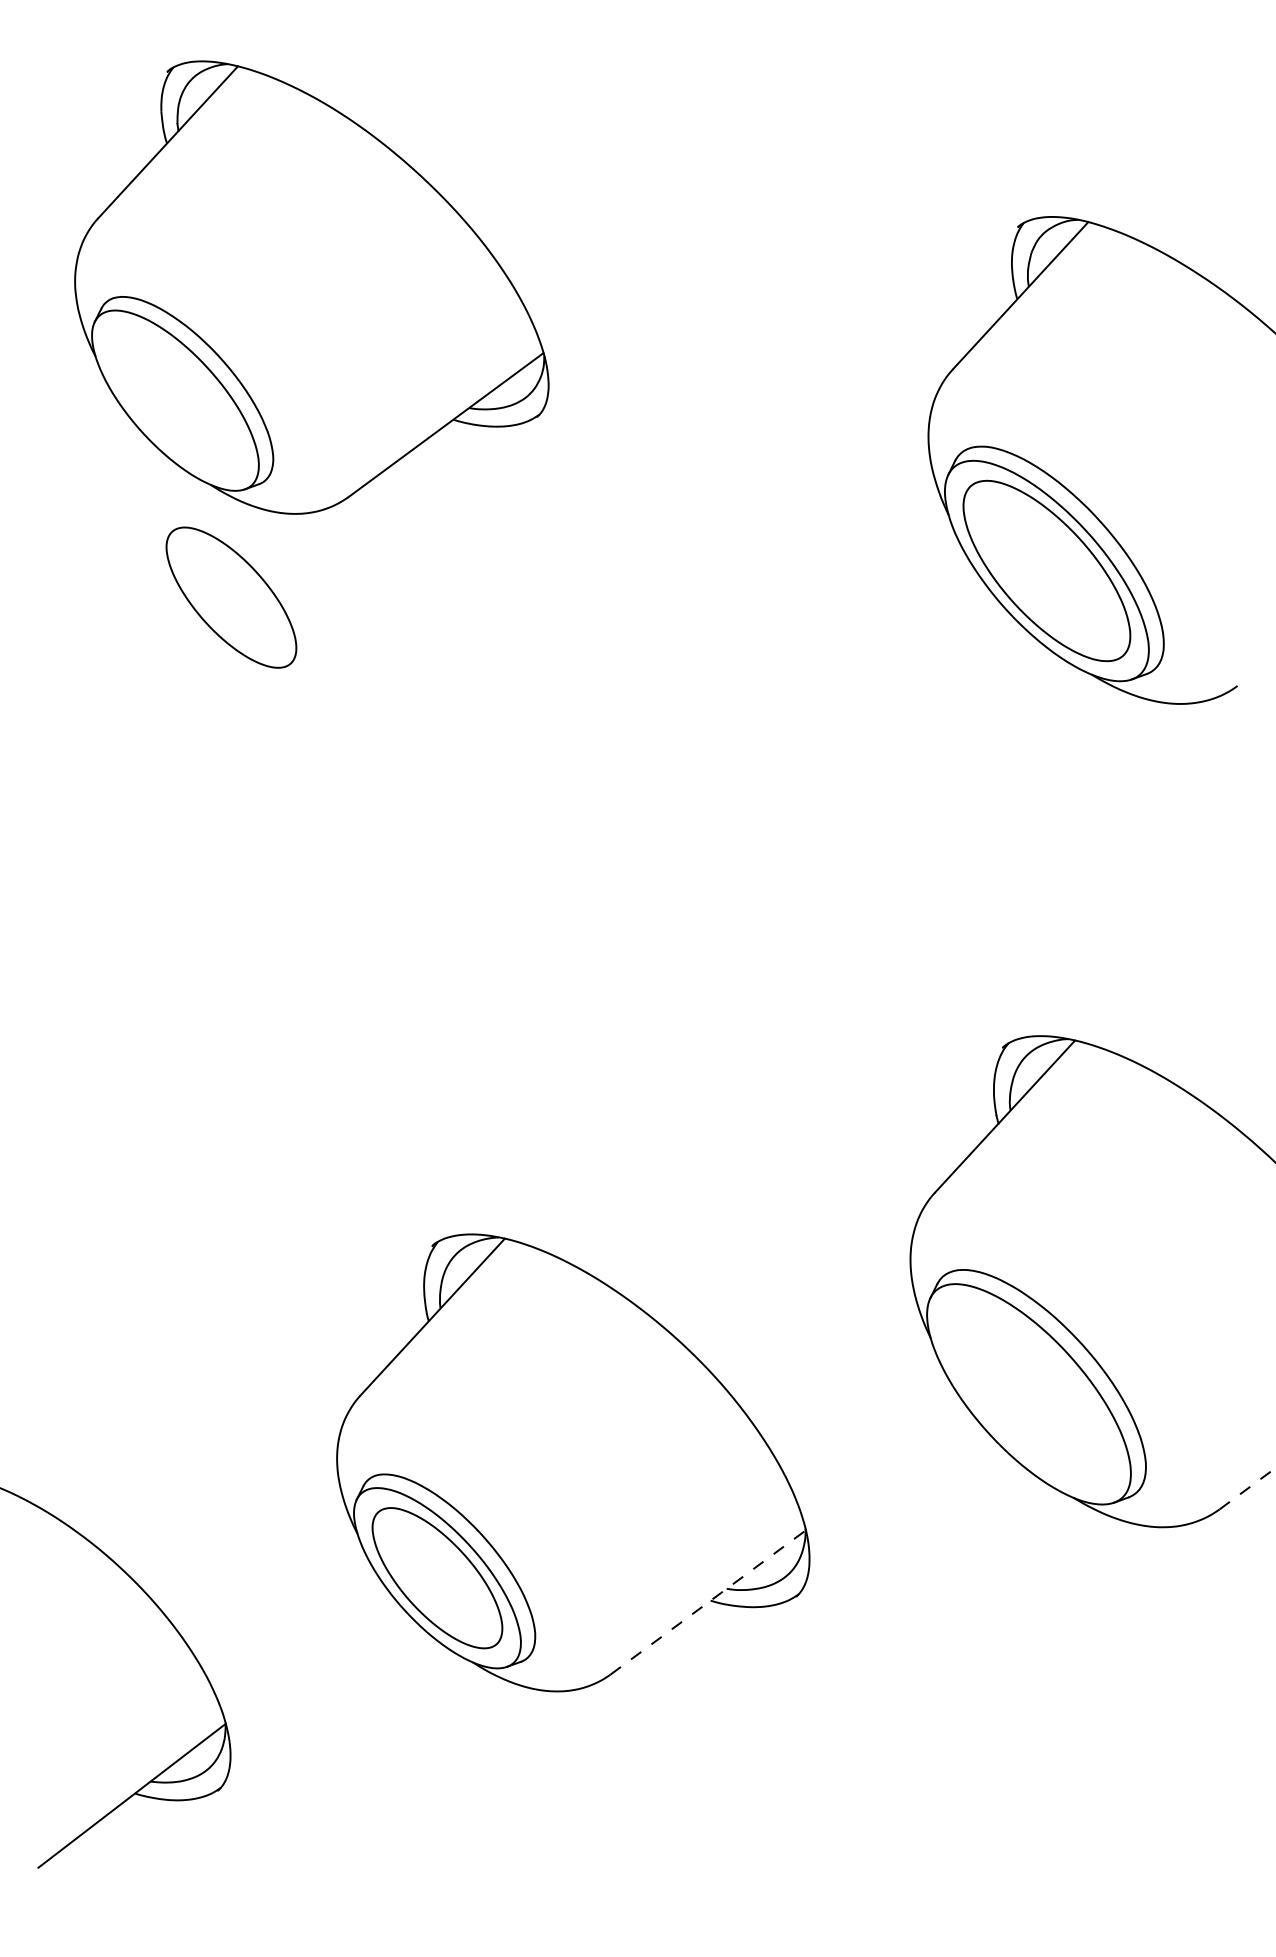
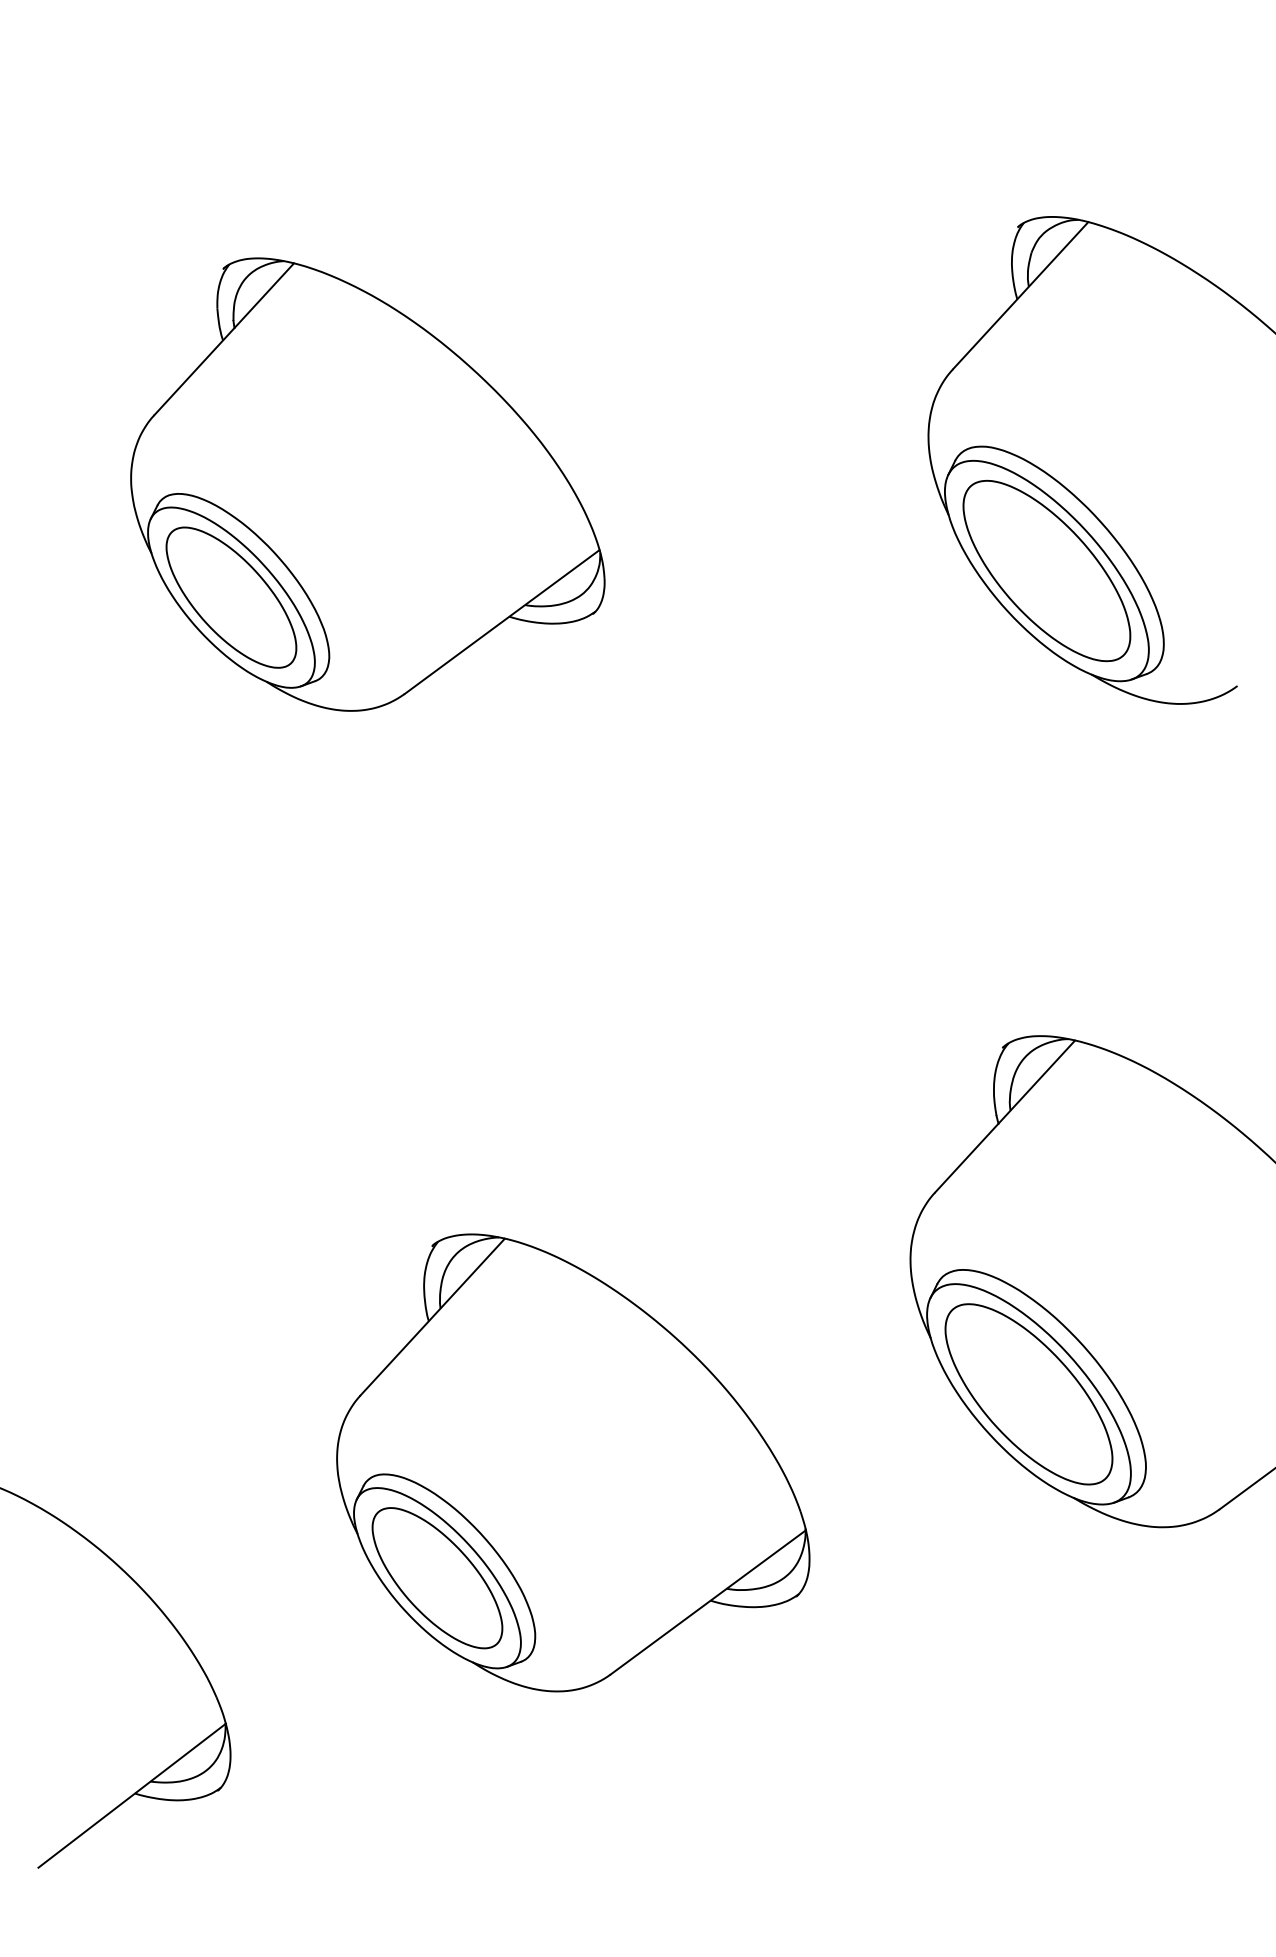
part at (311, 287) position: (311, 287) -> (367, 484)
part at (1028, 1394): none -> present
line at (1247, 1488): dashed -> solid
line at (708, 1602): dashed -> solid
